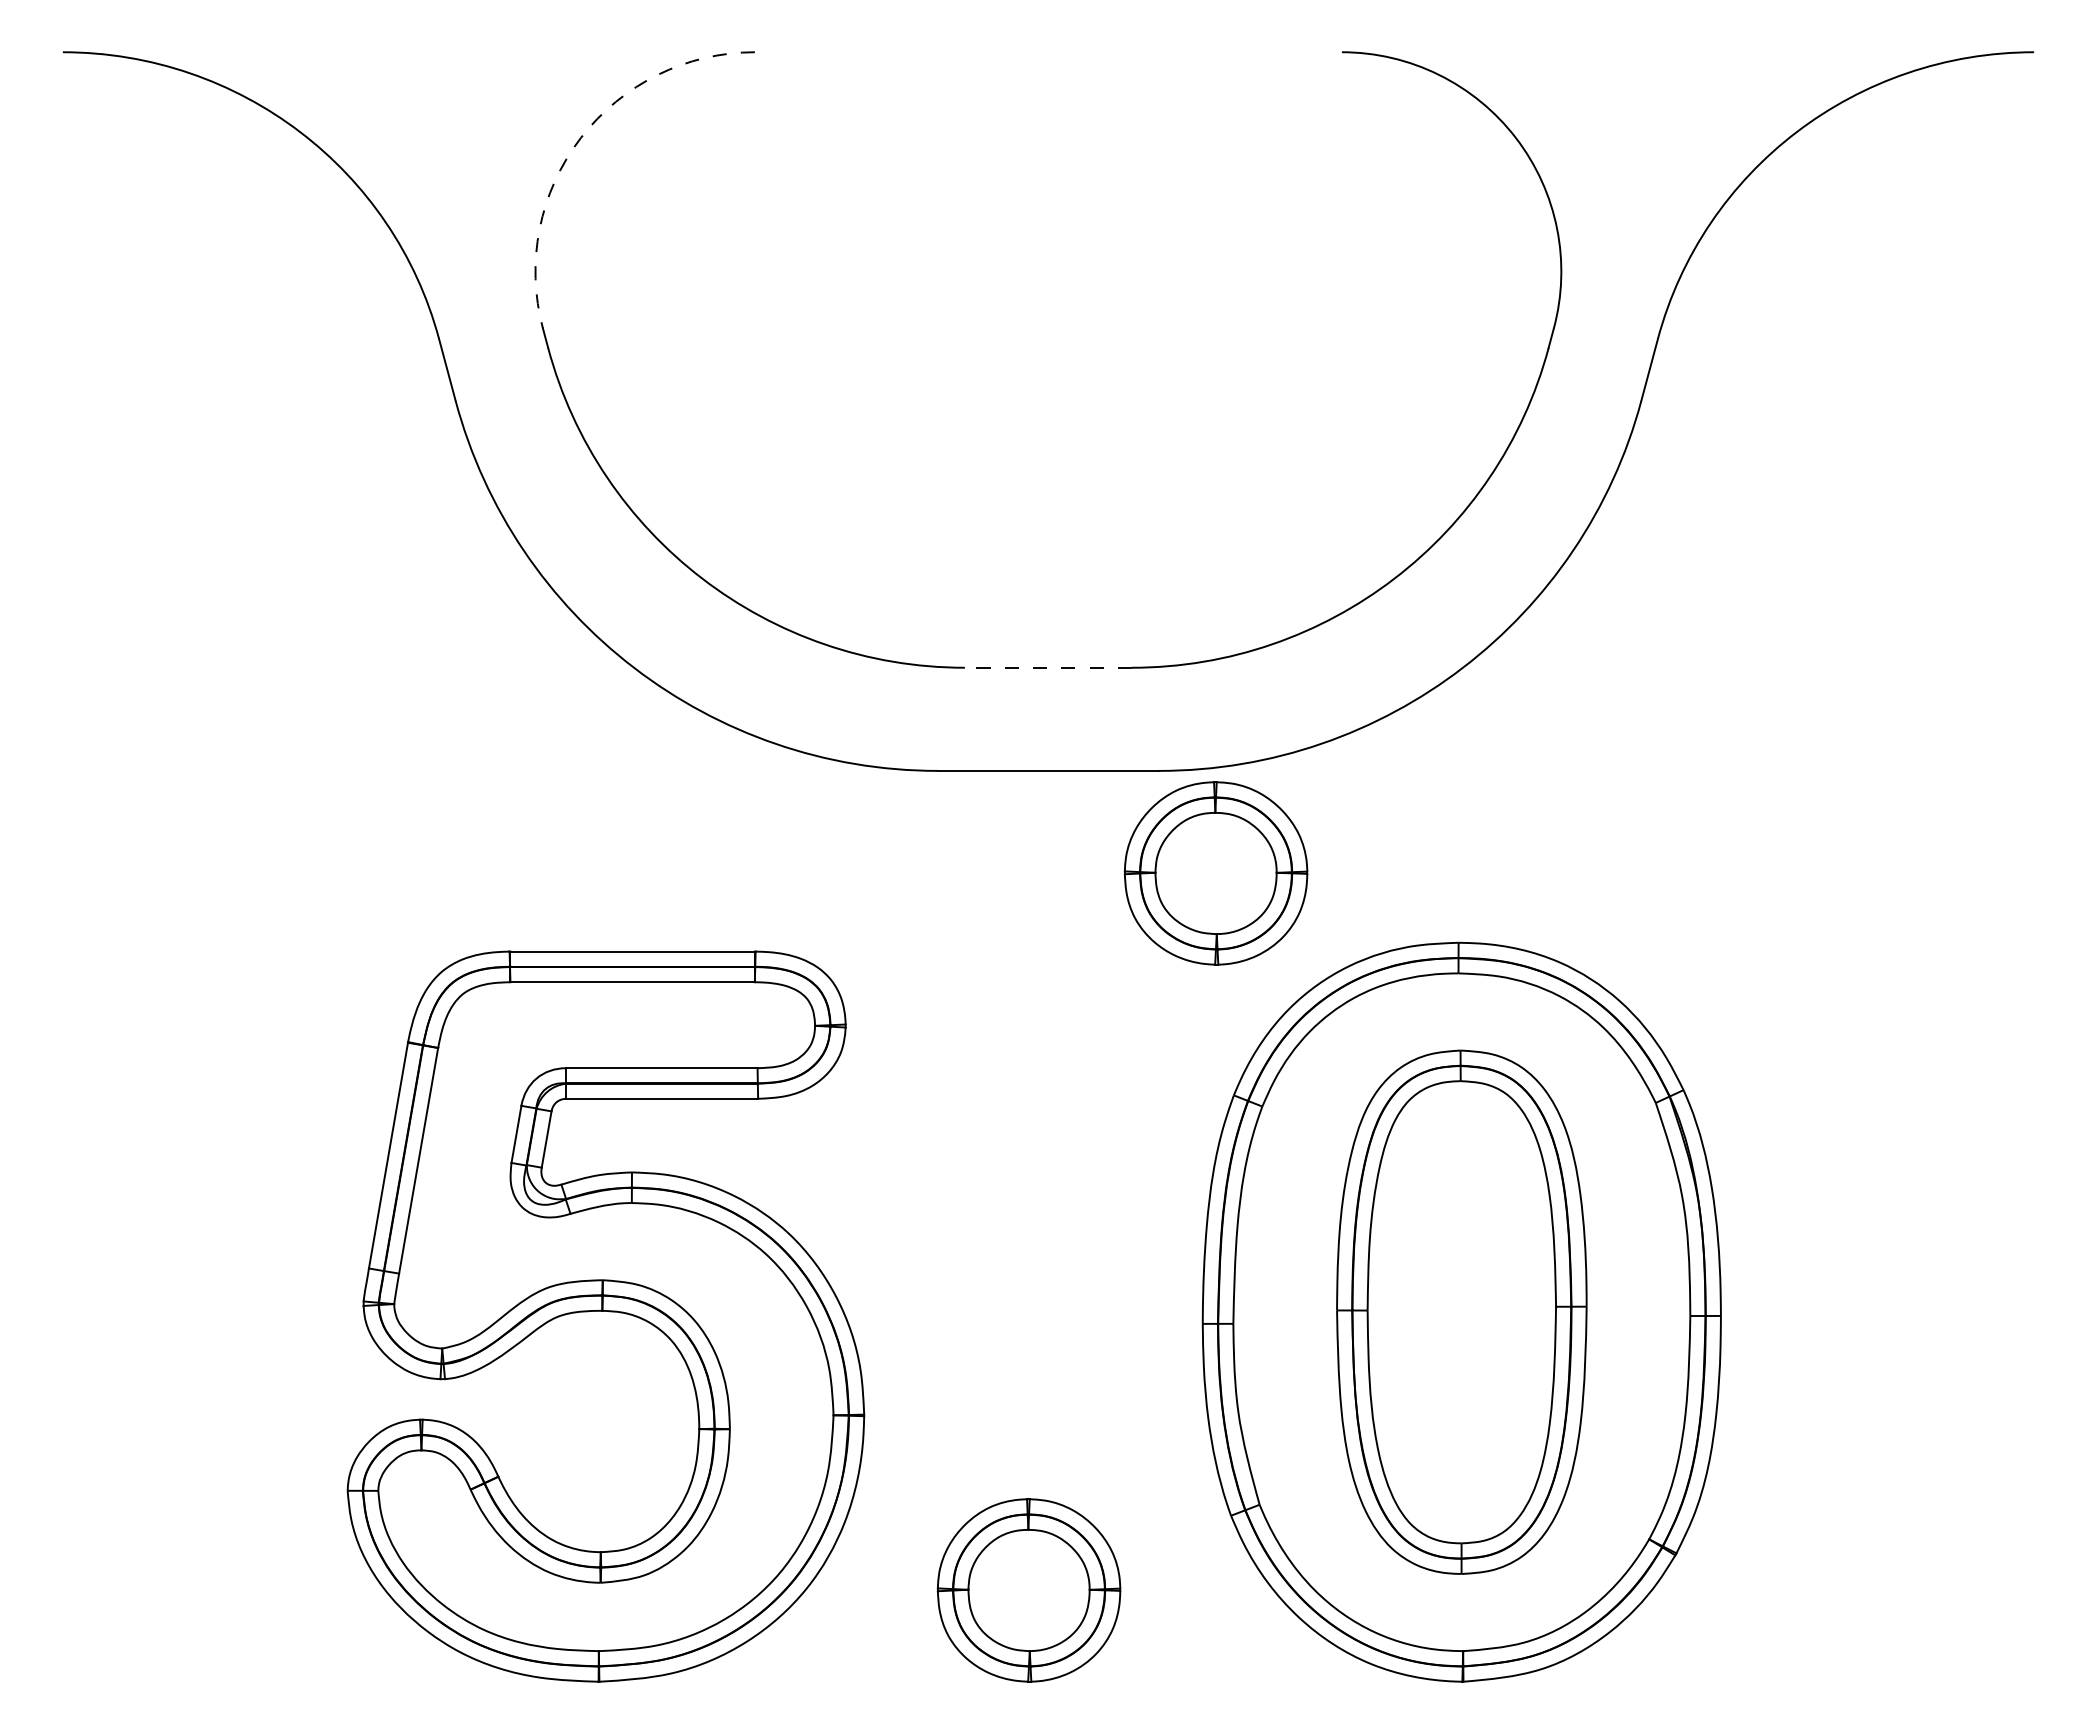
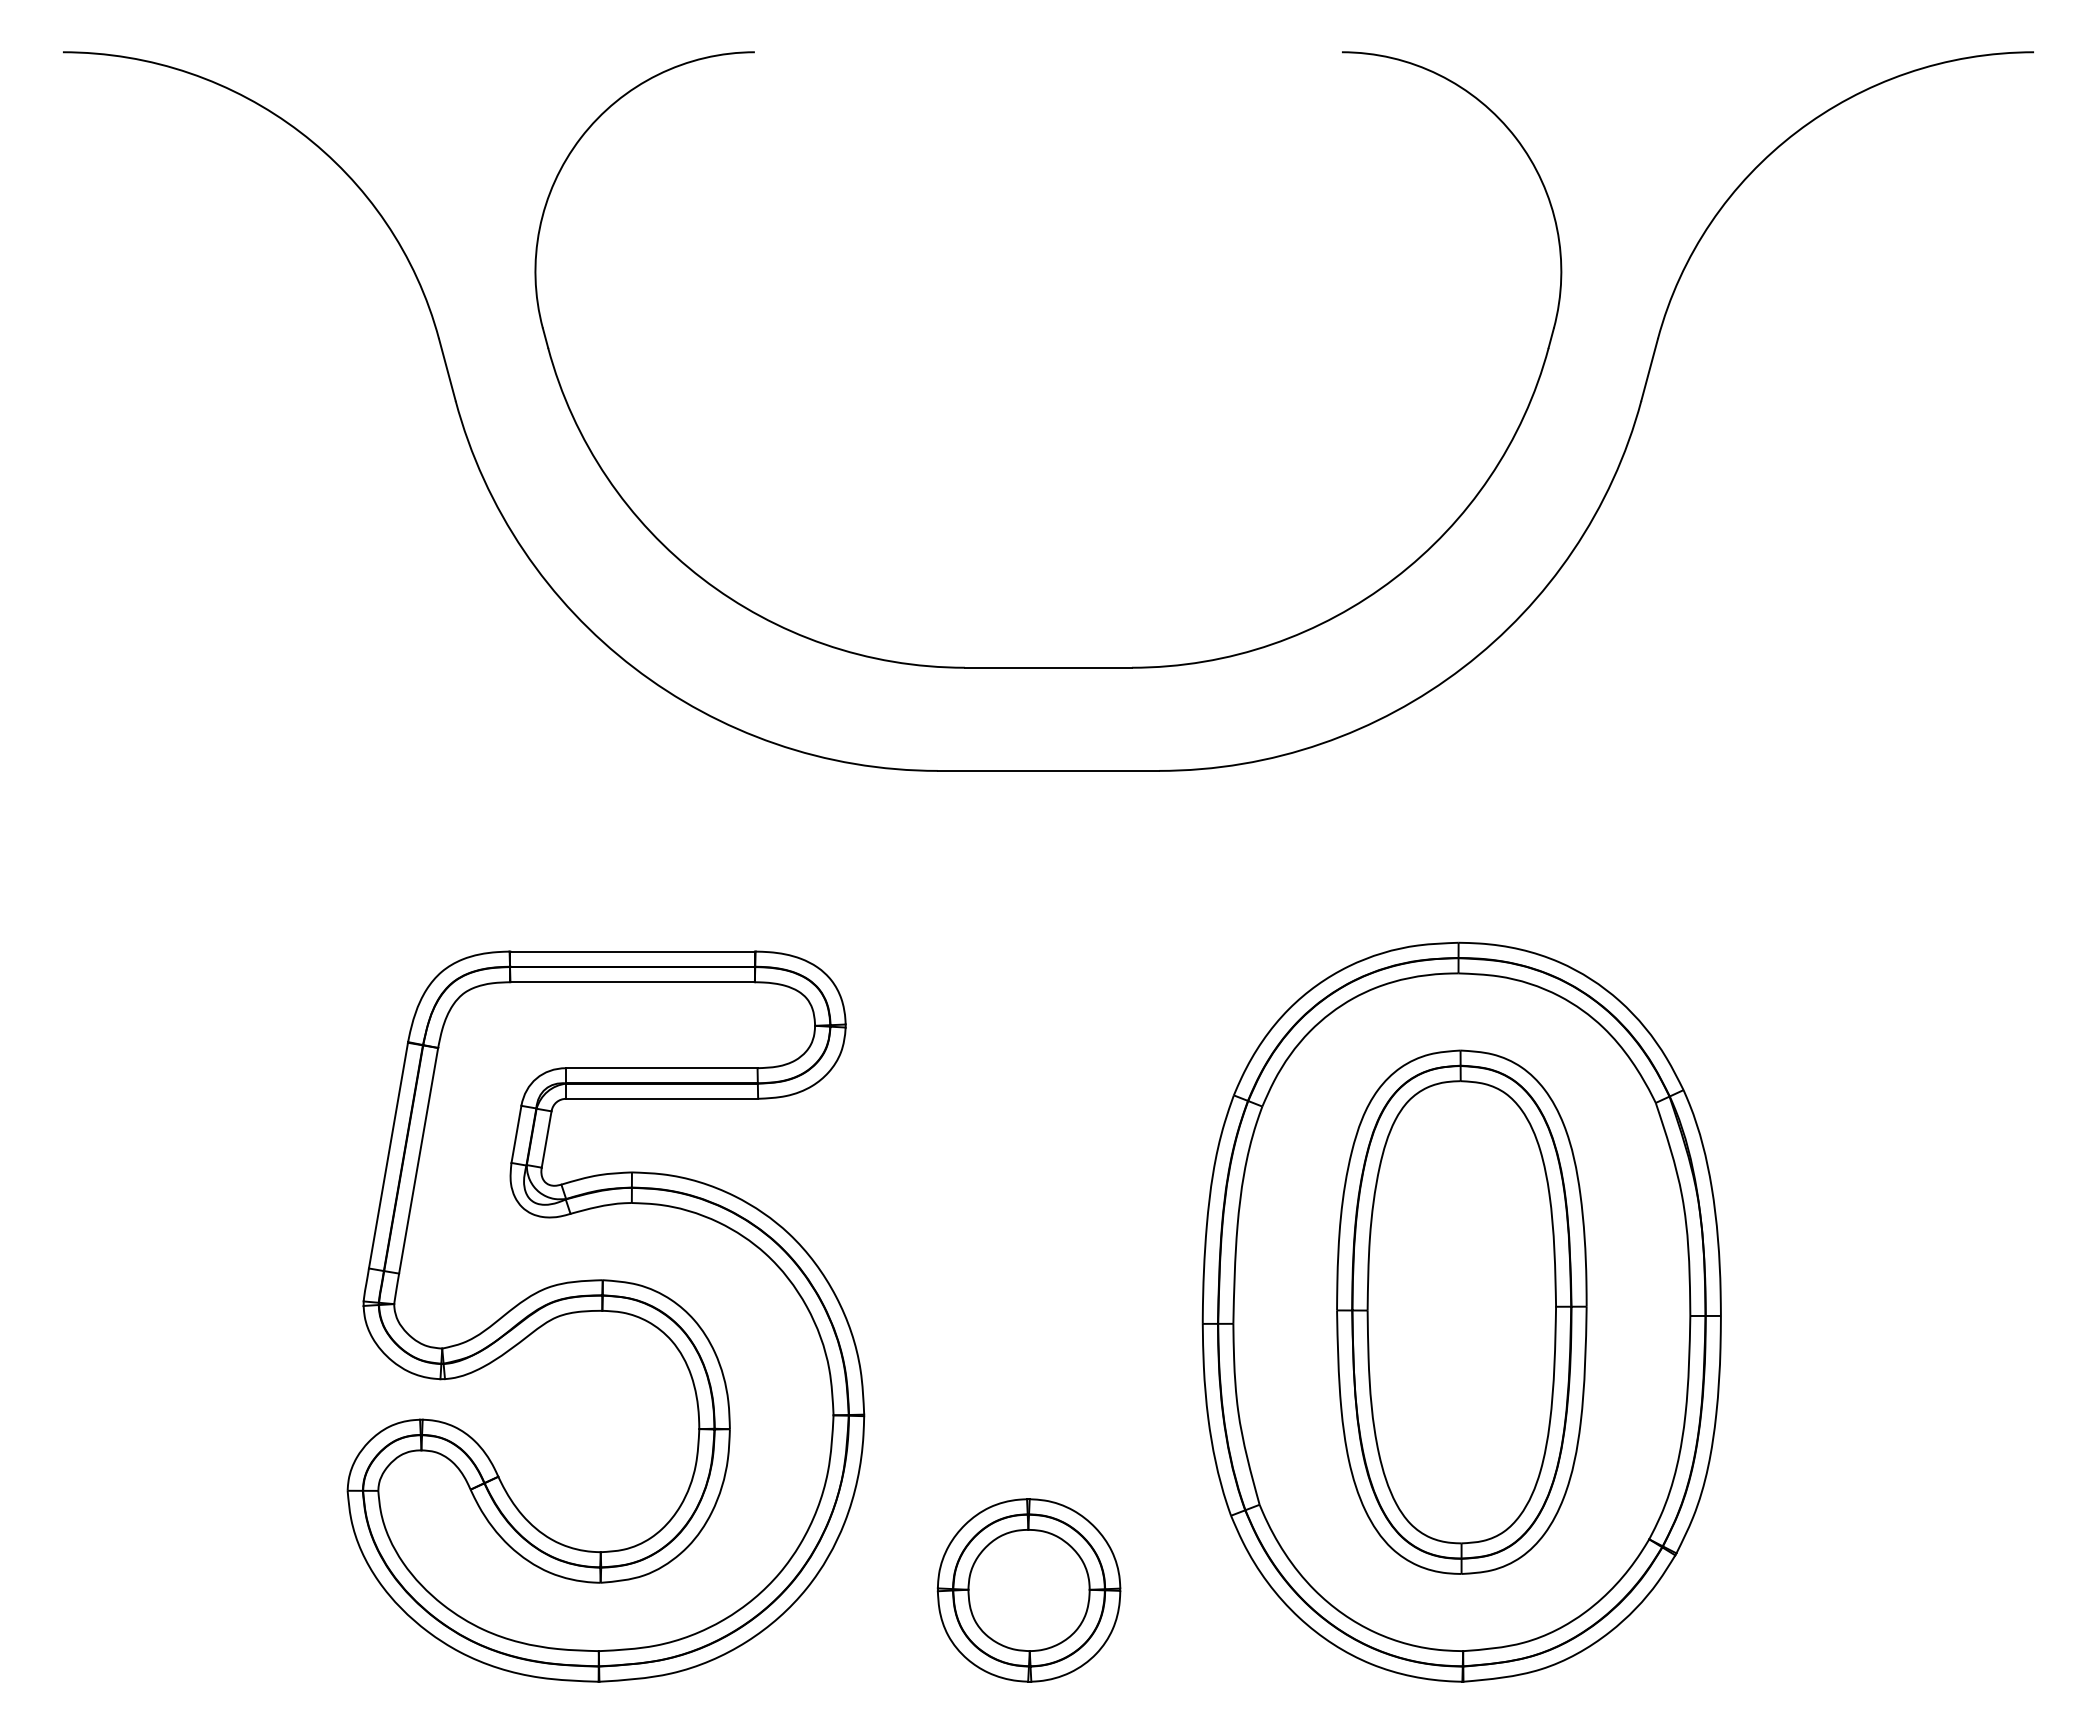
arc at (580, 138): dashed -> solid
line at (1048, 667): dashed -> solid
part at (1215, 873): present -> none
